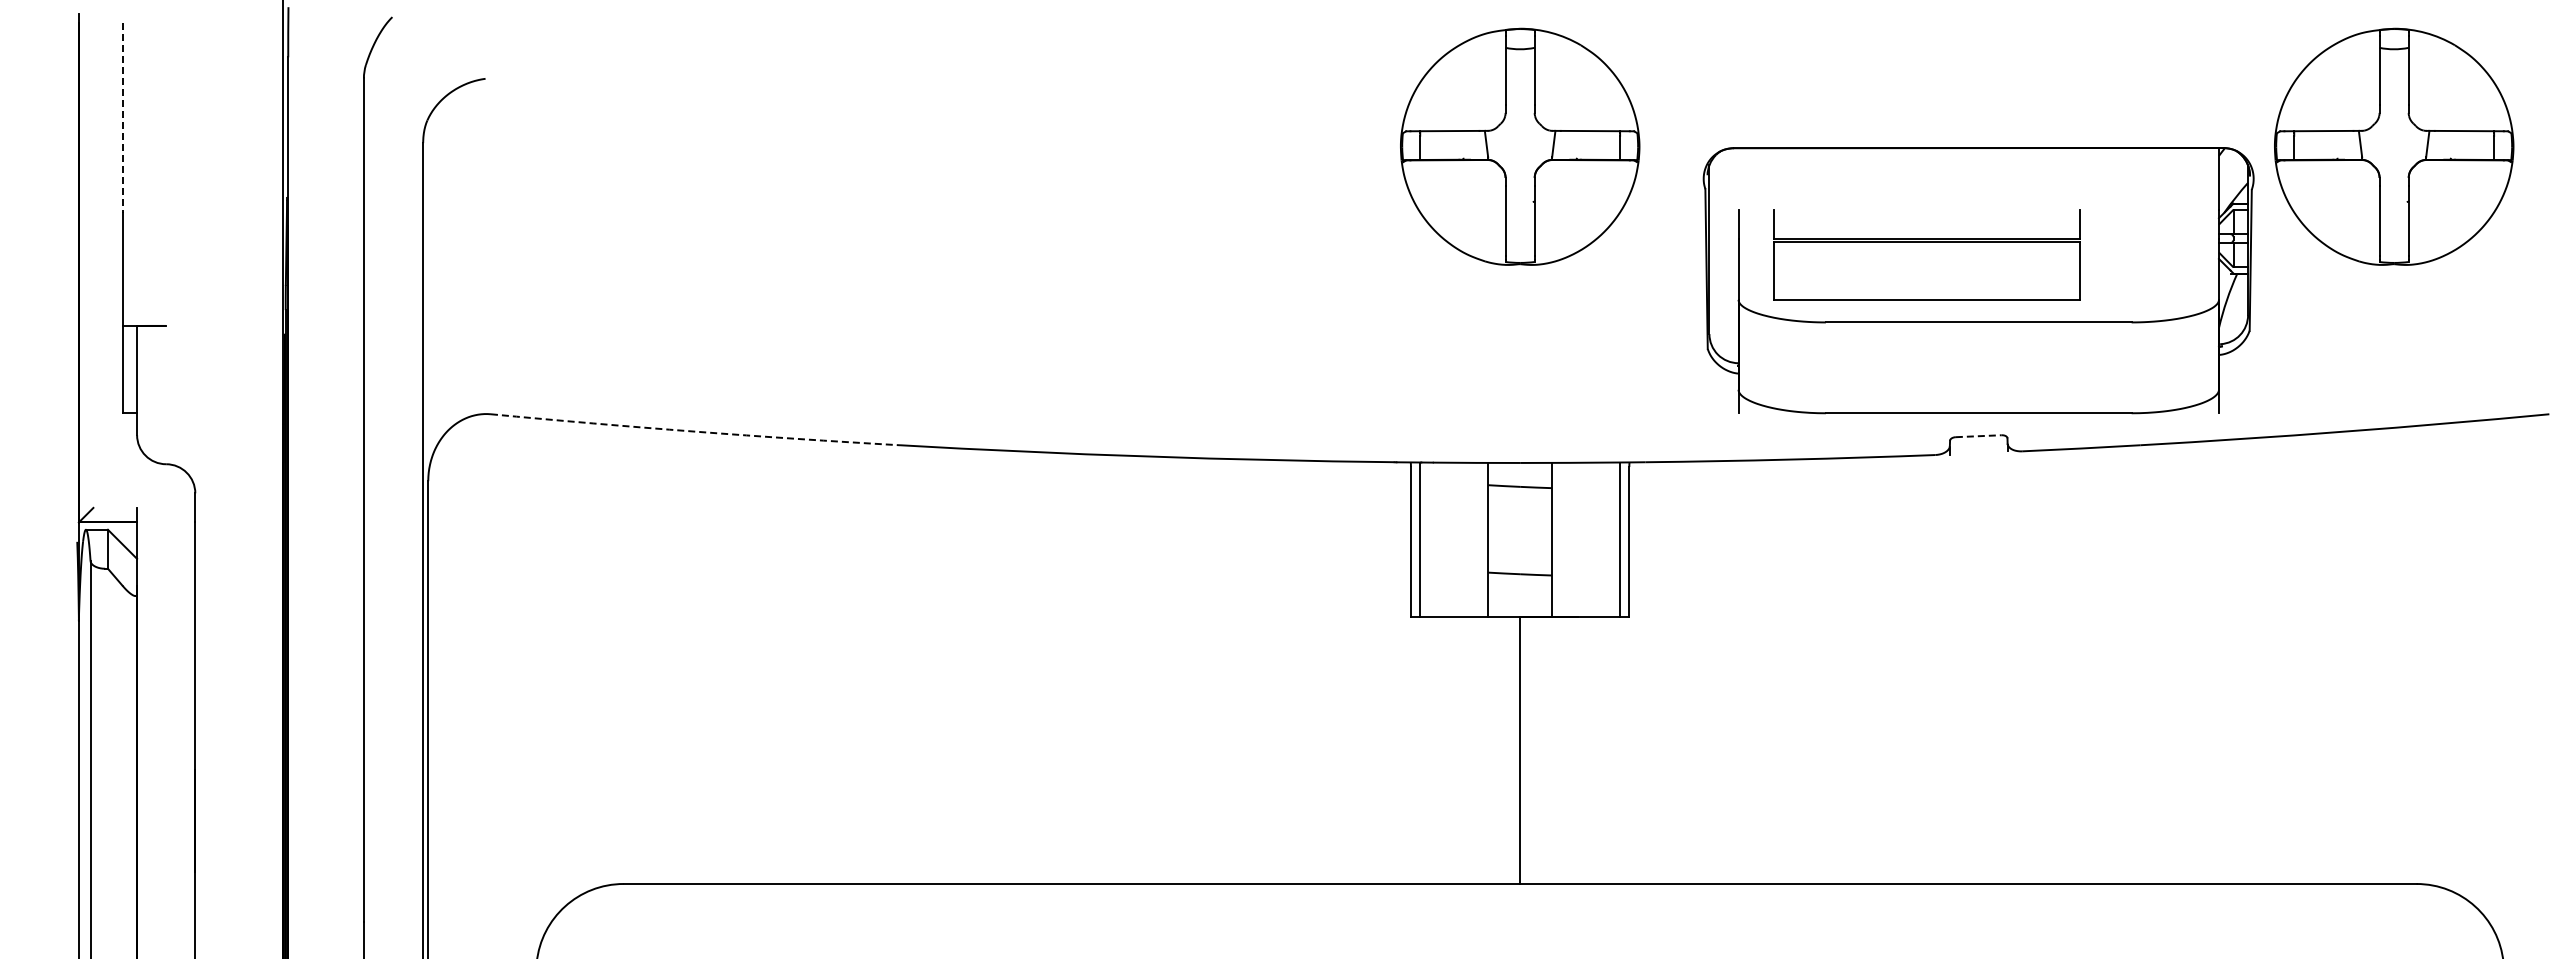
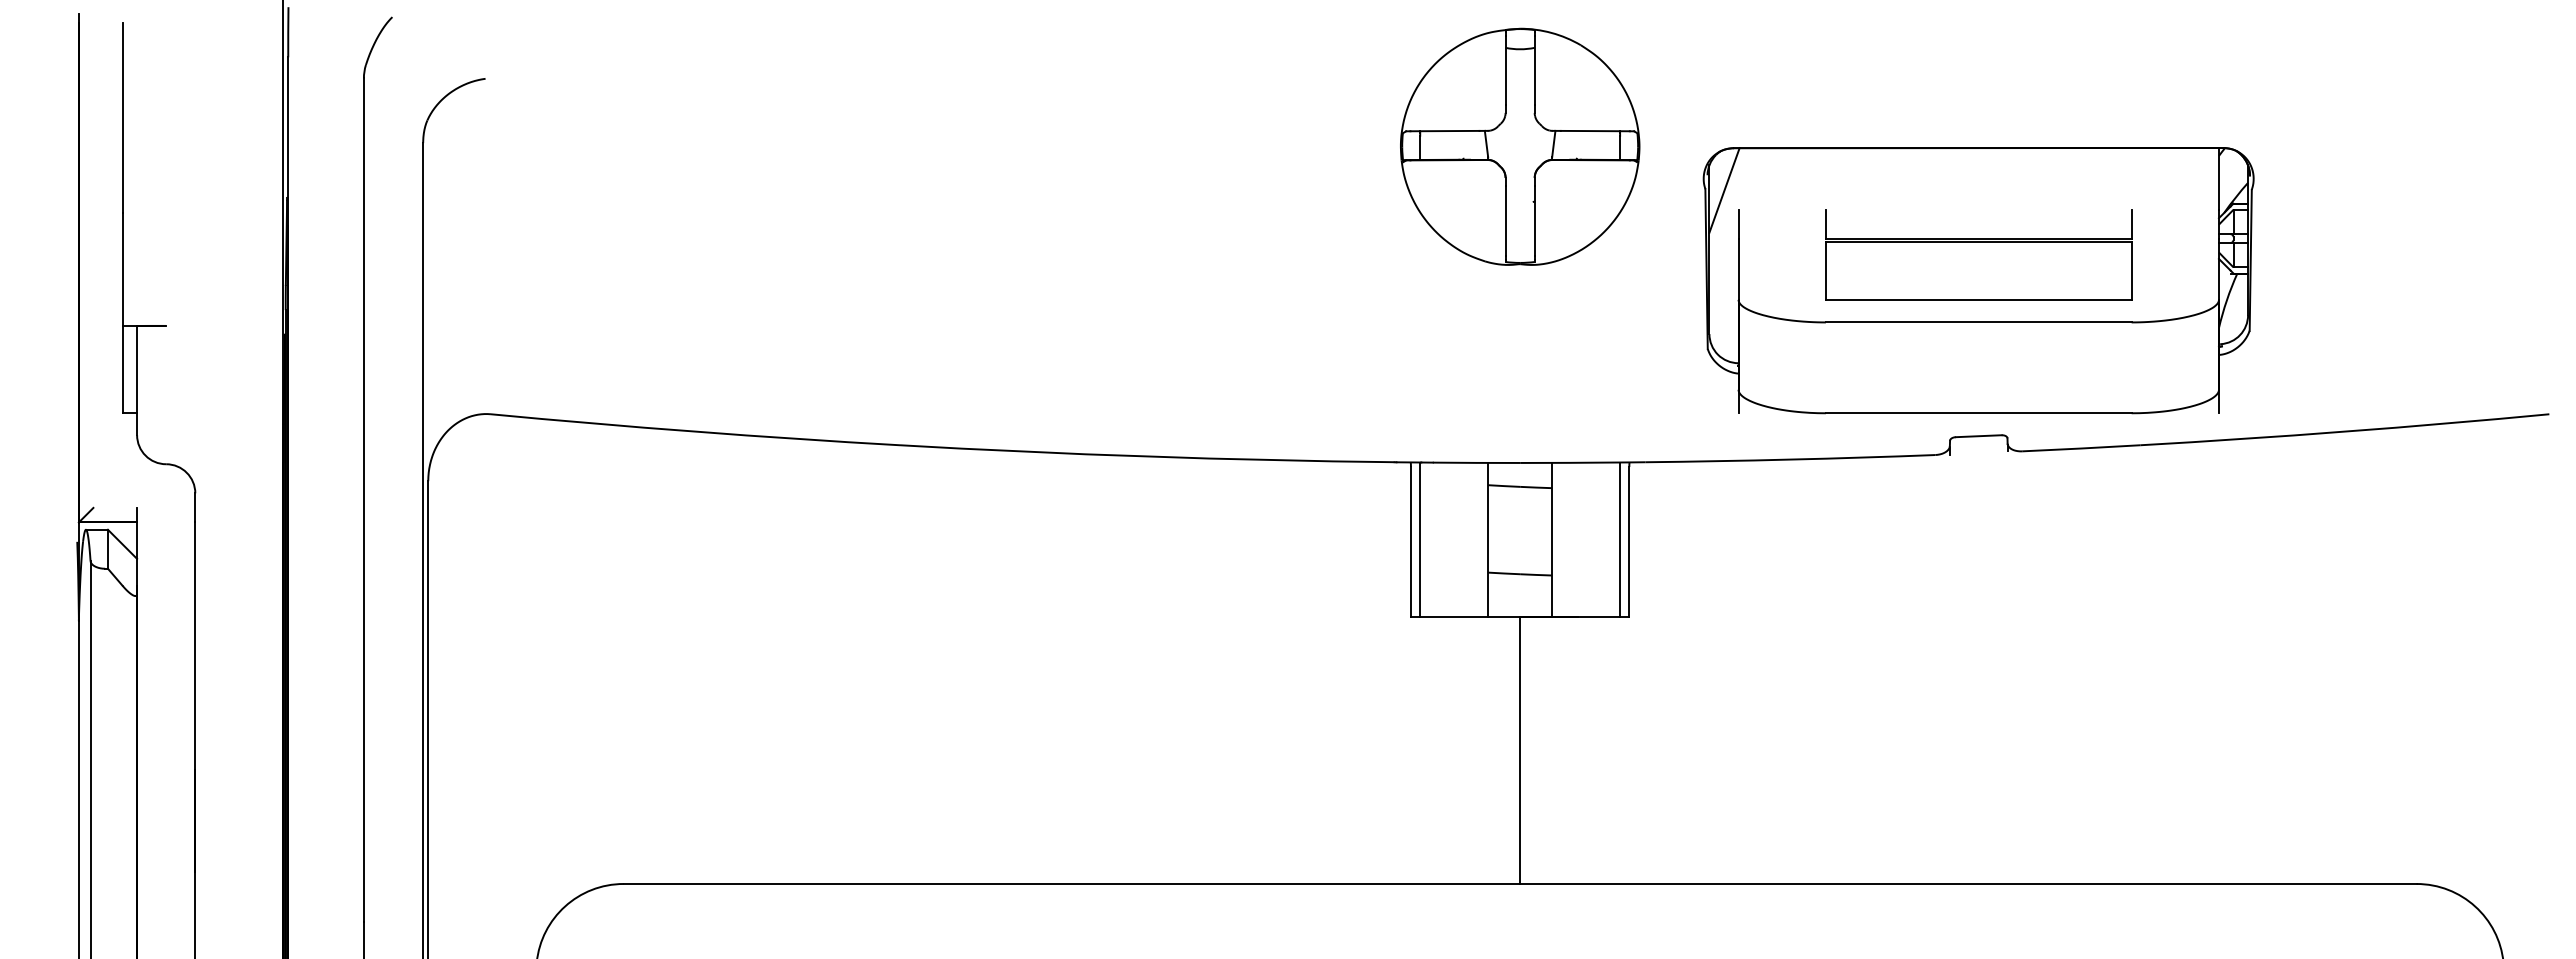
line at (122, 118): dashed -> solid
part at (2394, 146): present -> none
line at (1724, 190): none -> present
part at (1926, 254) position: (1926, 254) -> (1978, 254)
arc at (695, 431): dashed -> solid
line at (1978, 436): dashed -> solid
